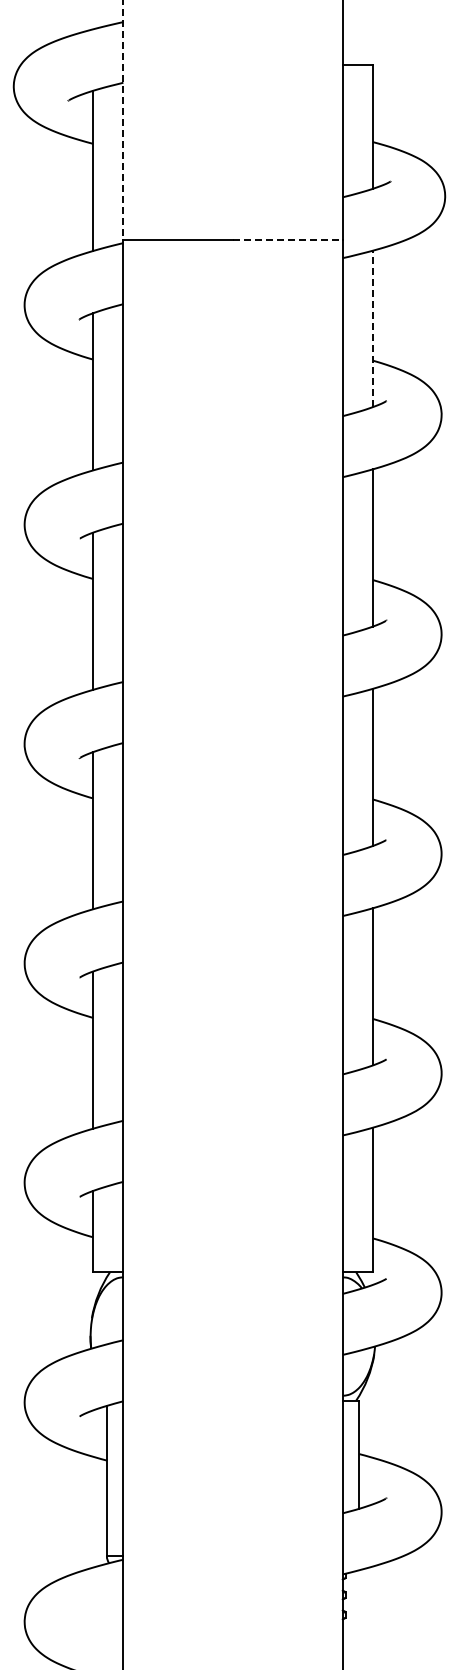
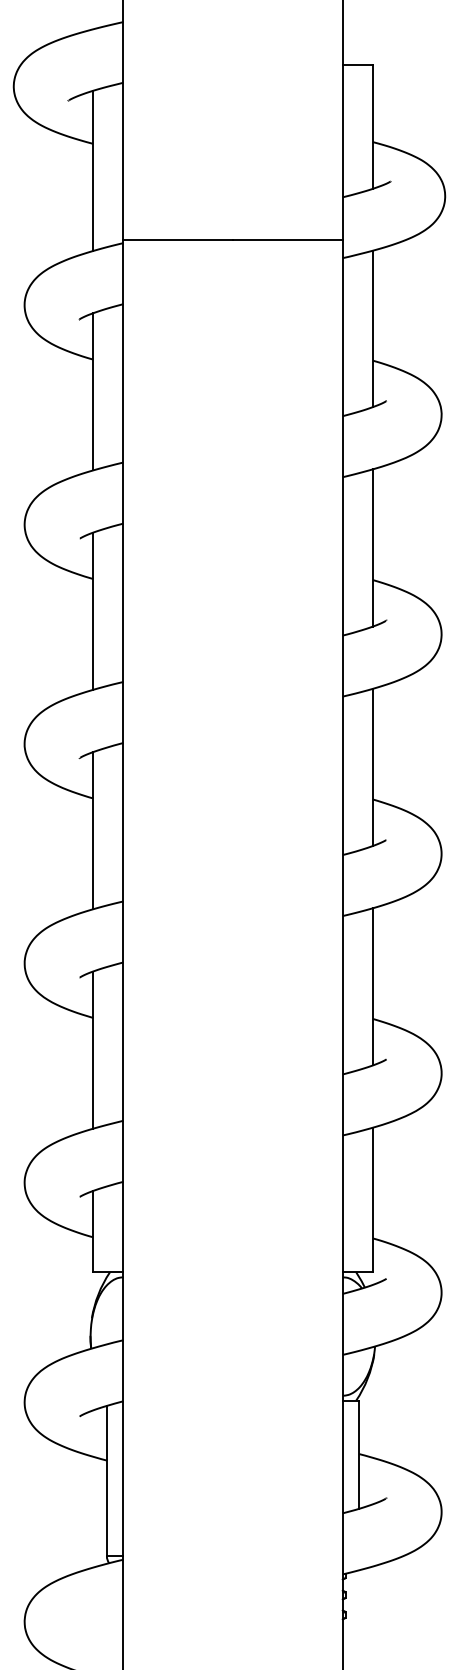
line at (123, 120): dashed -> solid
line at (287, 239): dashed -> solid
line at (372, 328): dashed -> solid
